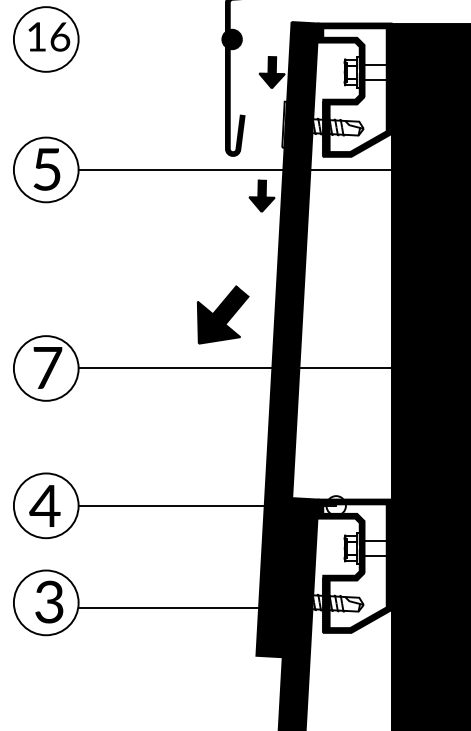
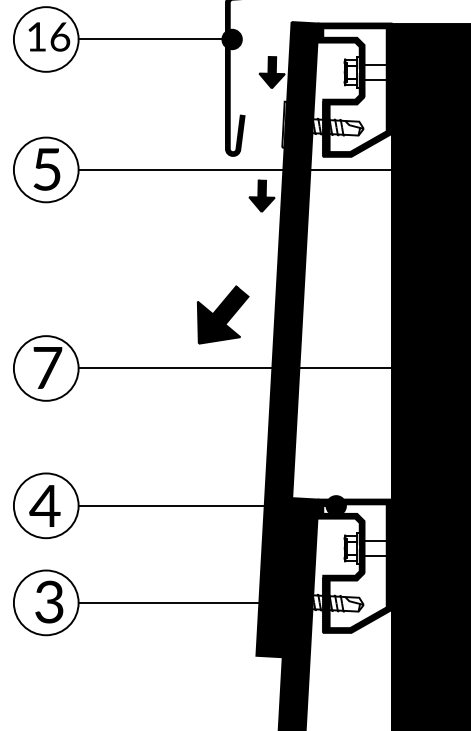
line at (150, 39): none -> present
fill at (335, 505): none -> present
line at (183, 607) position: (183, 607) -> (183, 602)
